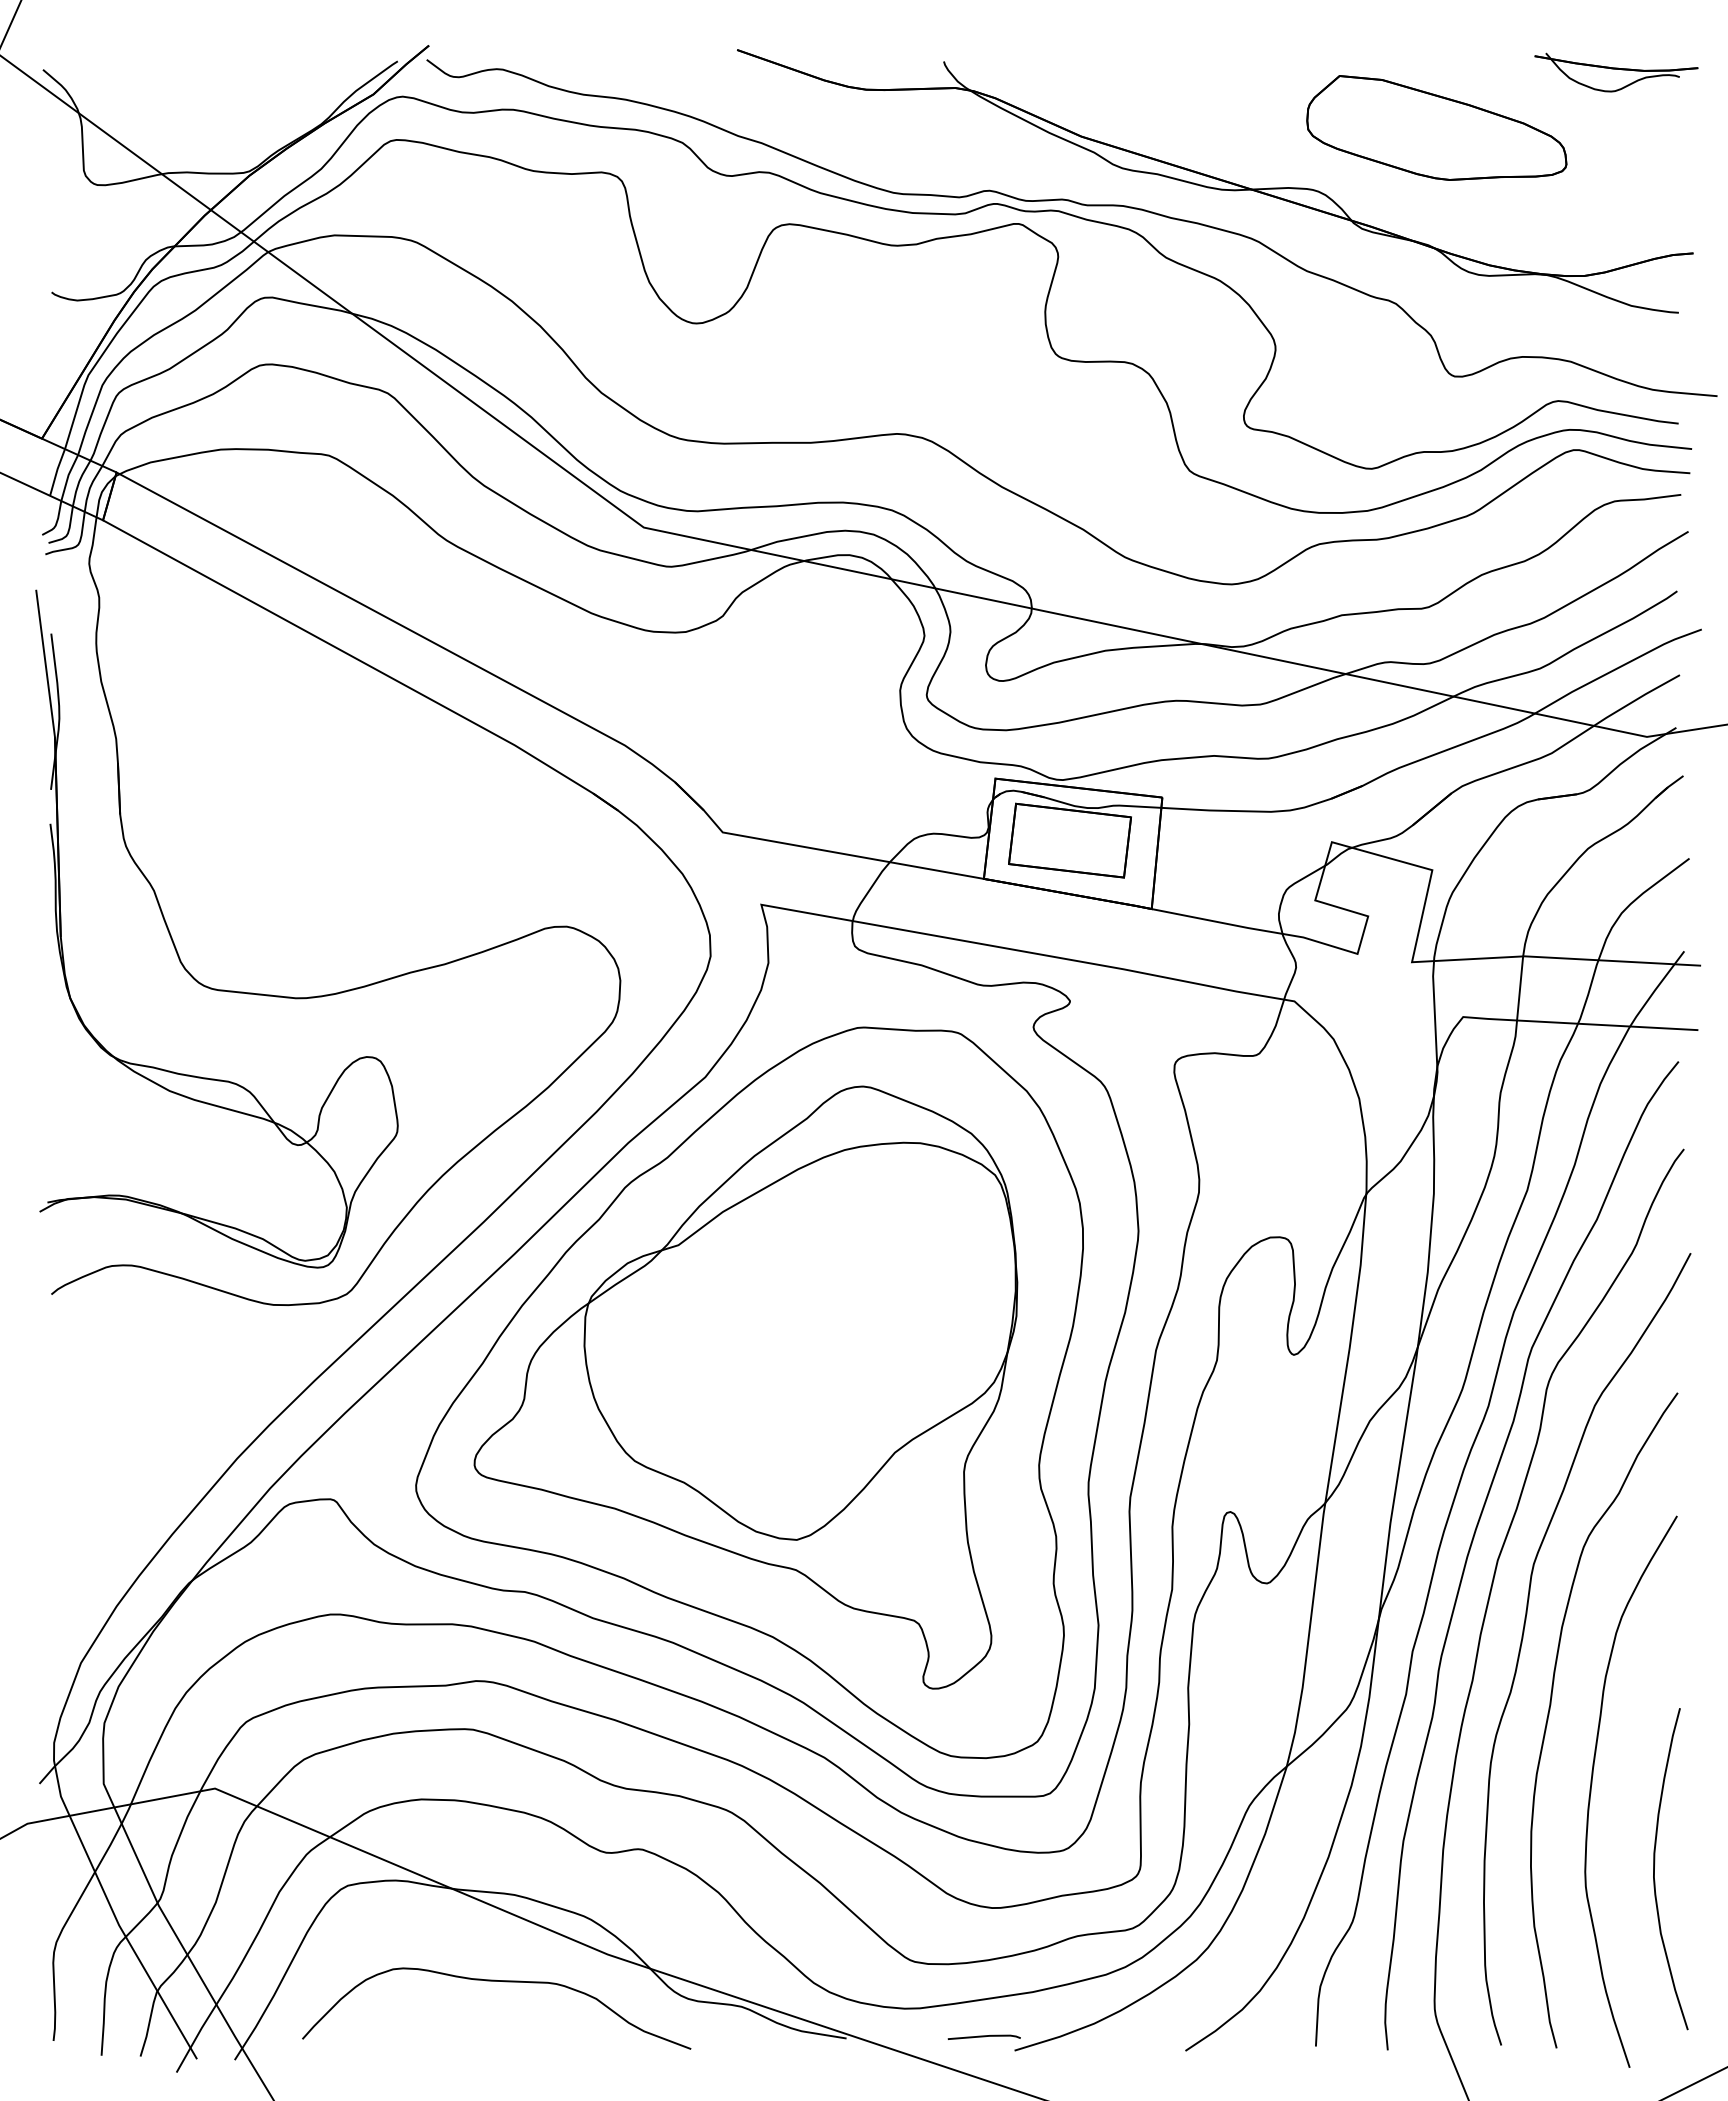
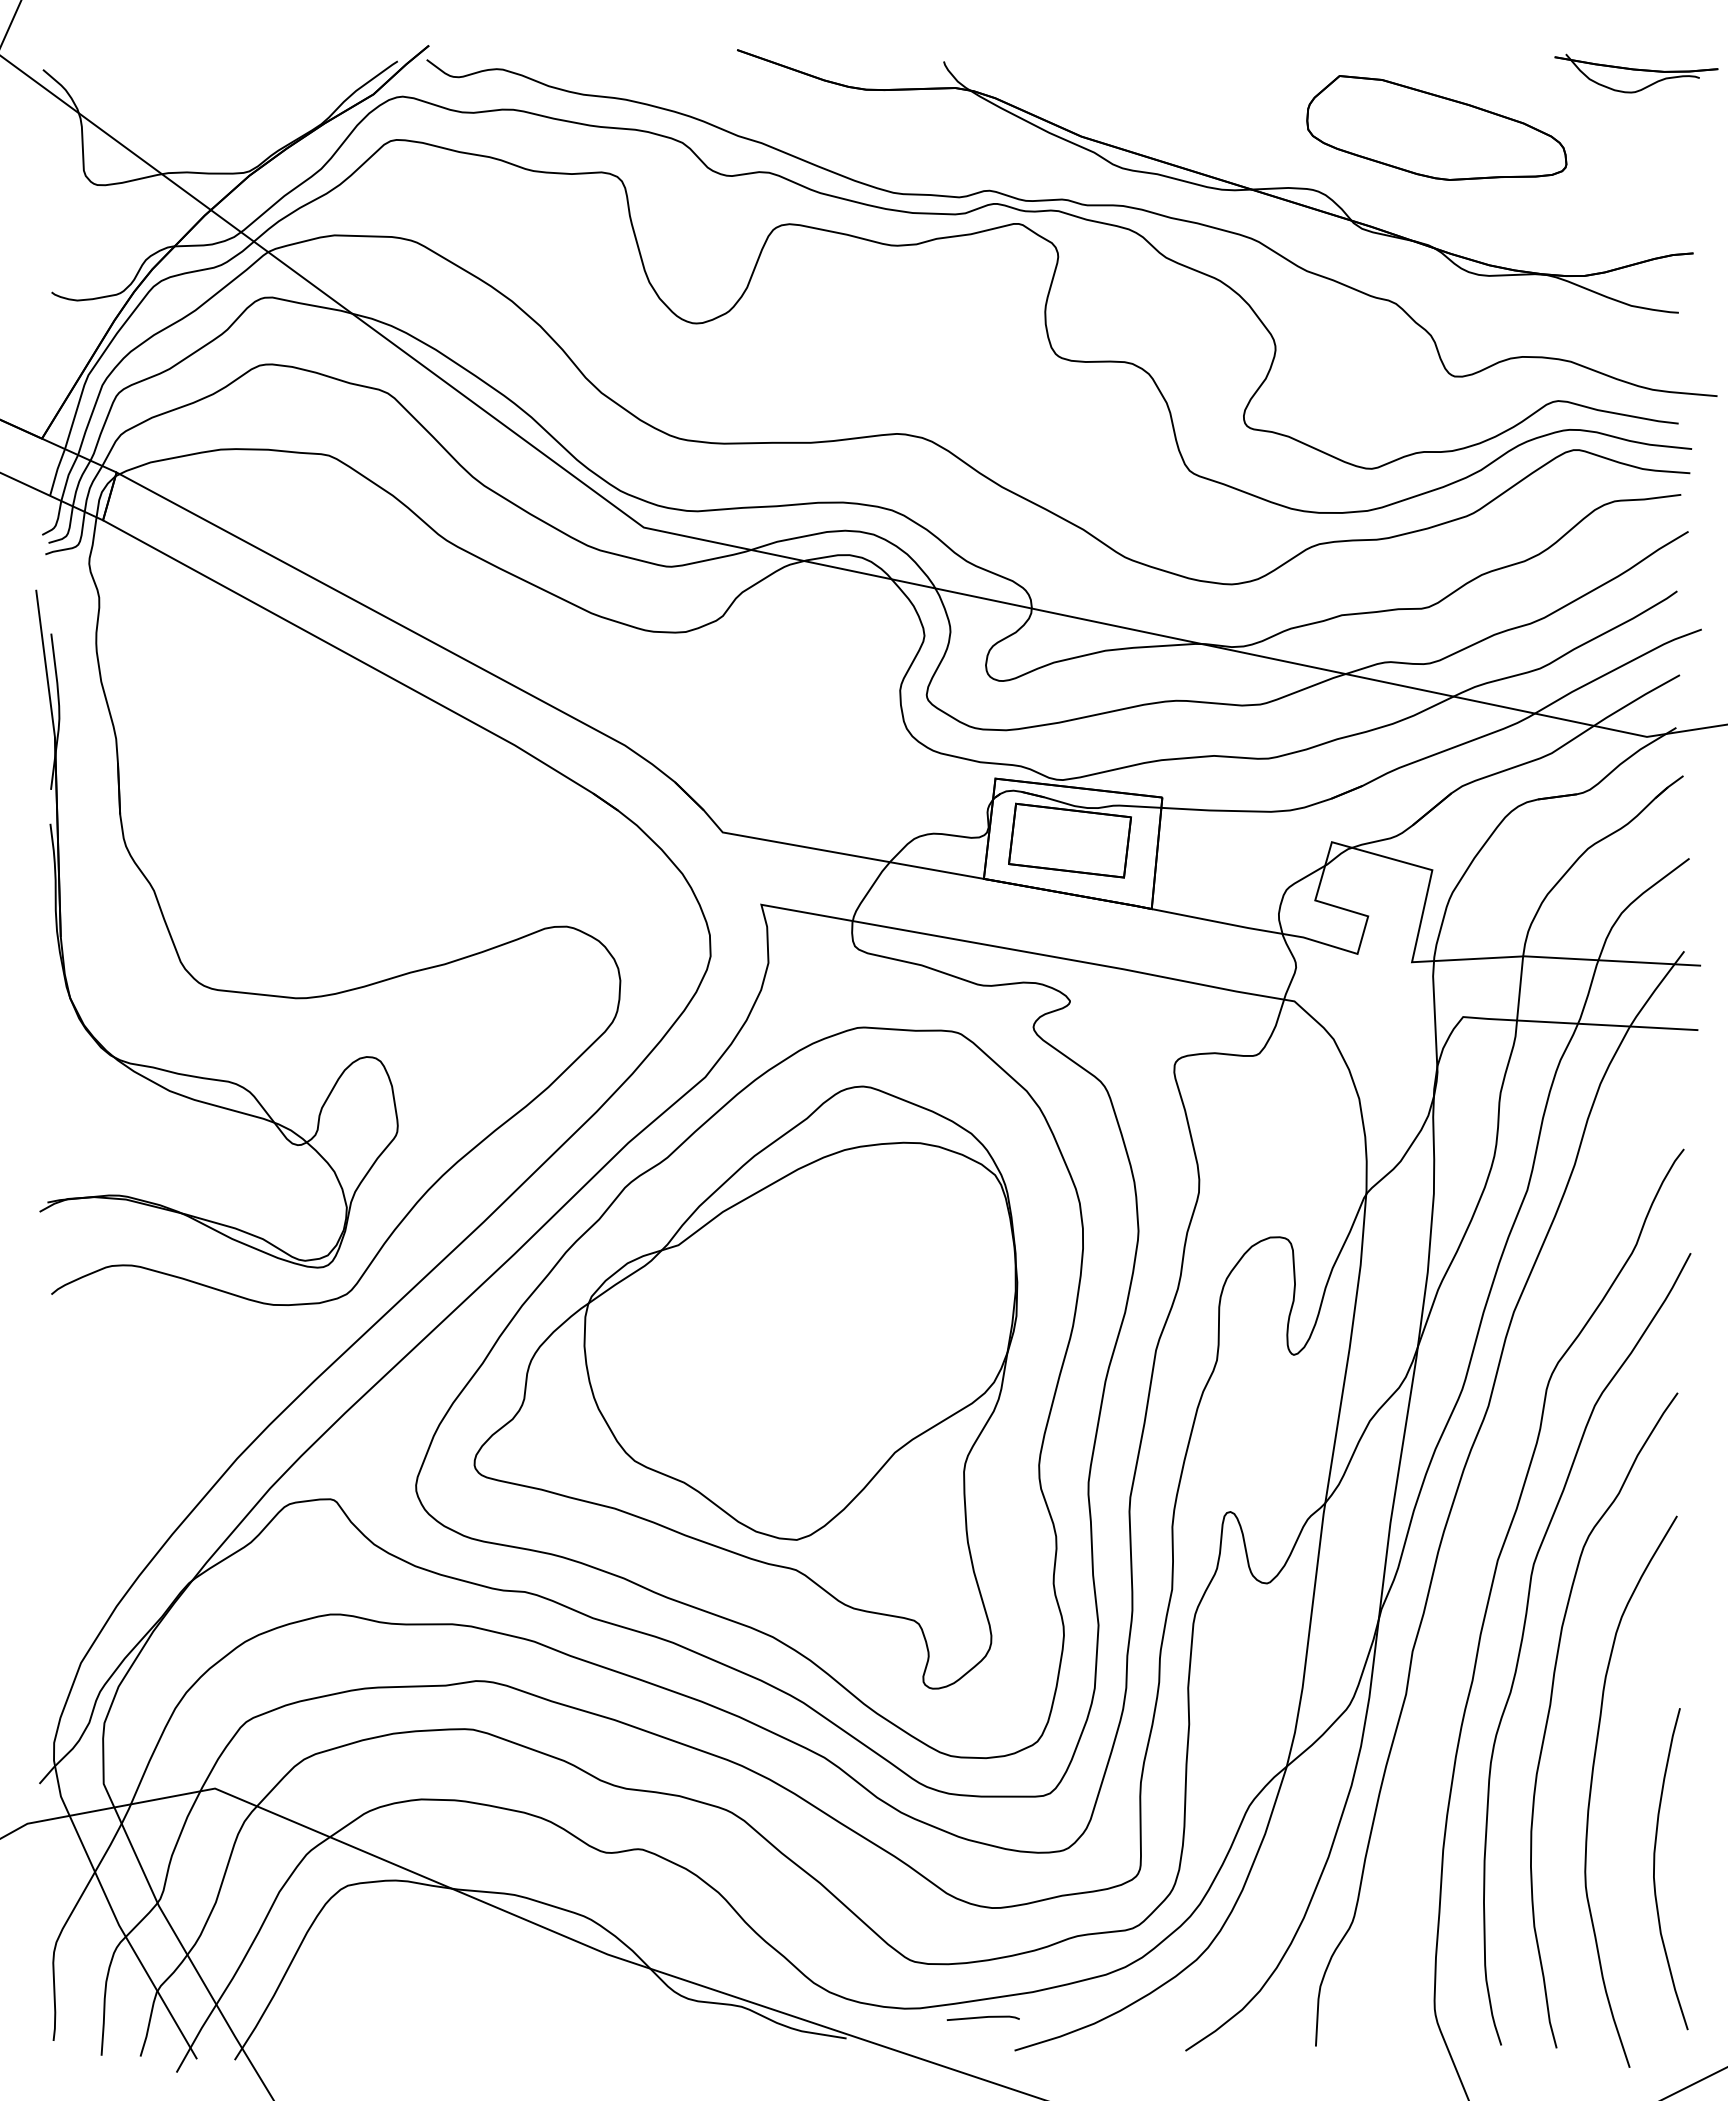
part at (1616, 72) position: (1616, 72) -> (1636, 73)
curve at (1473, 1541): present -> none
curve at (496, 1981): present -> none
line at (983, 2036) position: (983, 2036) -> (982, 2017)
